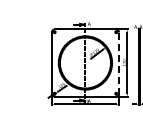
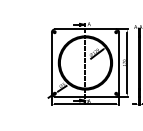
line at (119, 63): dashed -> solid
